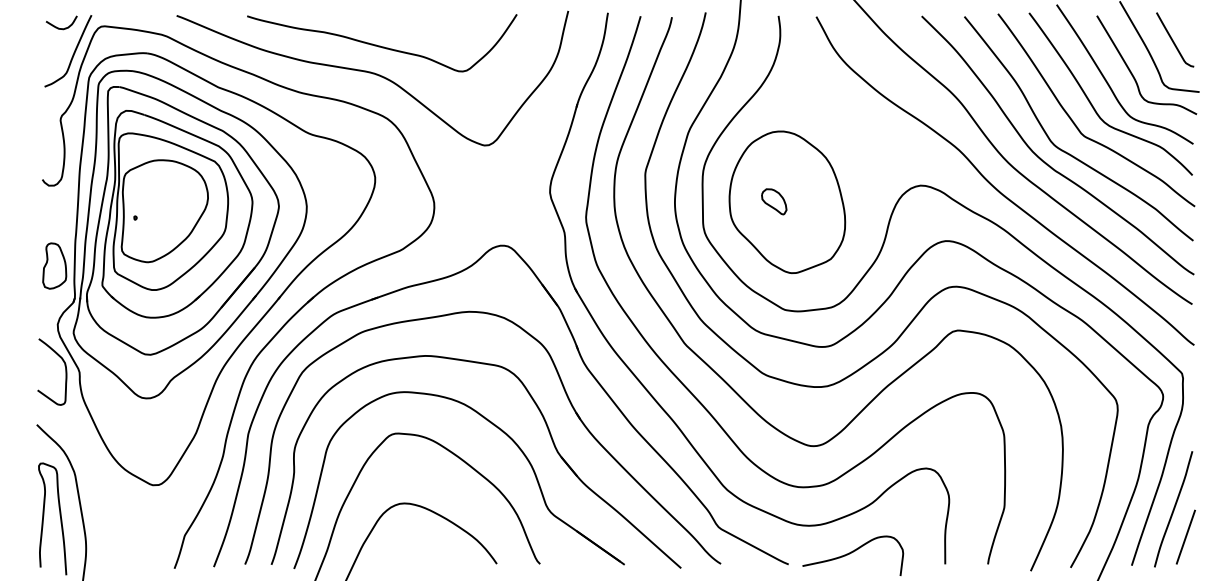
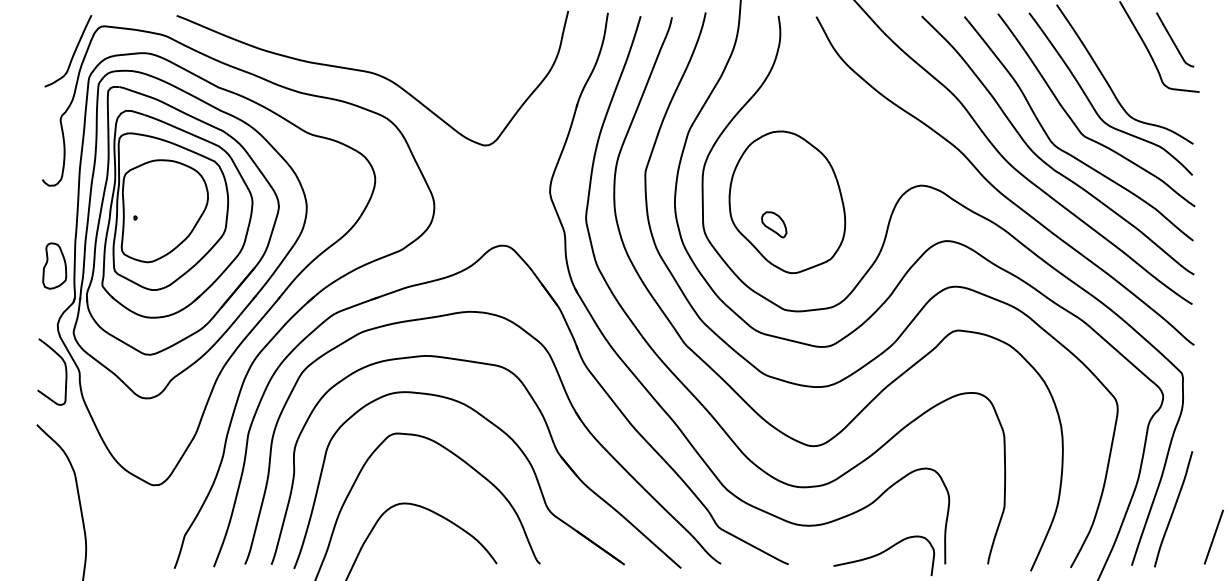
curve at (58, 27): present -> none
curve at (380, 45): present -> none
curve at (1133, 74): present -> none
part at (774, 201) position: (774, 201) -> (774, 224)
curve at (59, 515): present -> none
line at (1185, 536) position: (1185, 536) -> (1213, 536)
curve at (851, 553) position: (851, 553) -> (882, 553)
